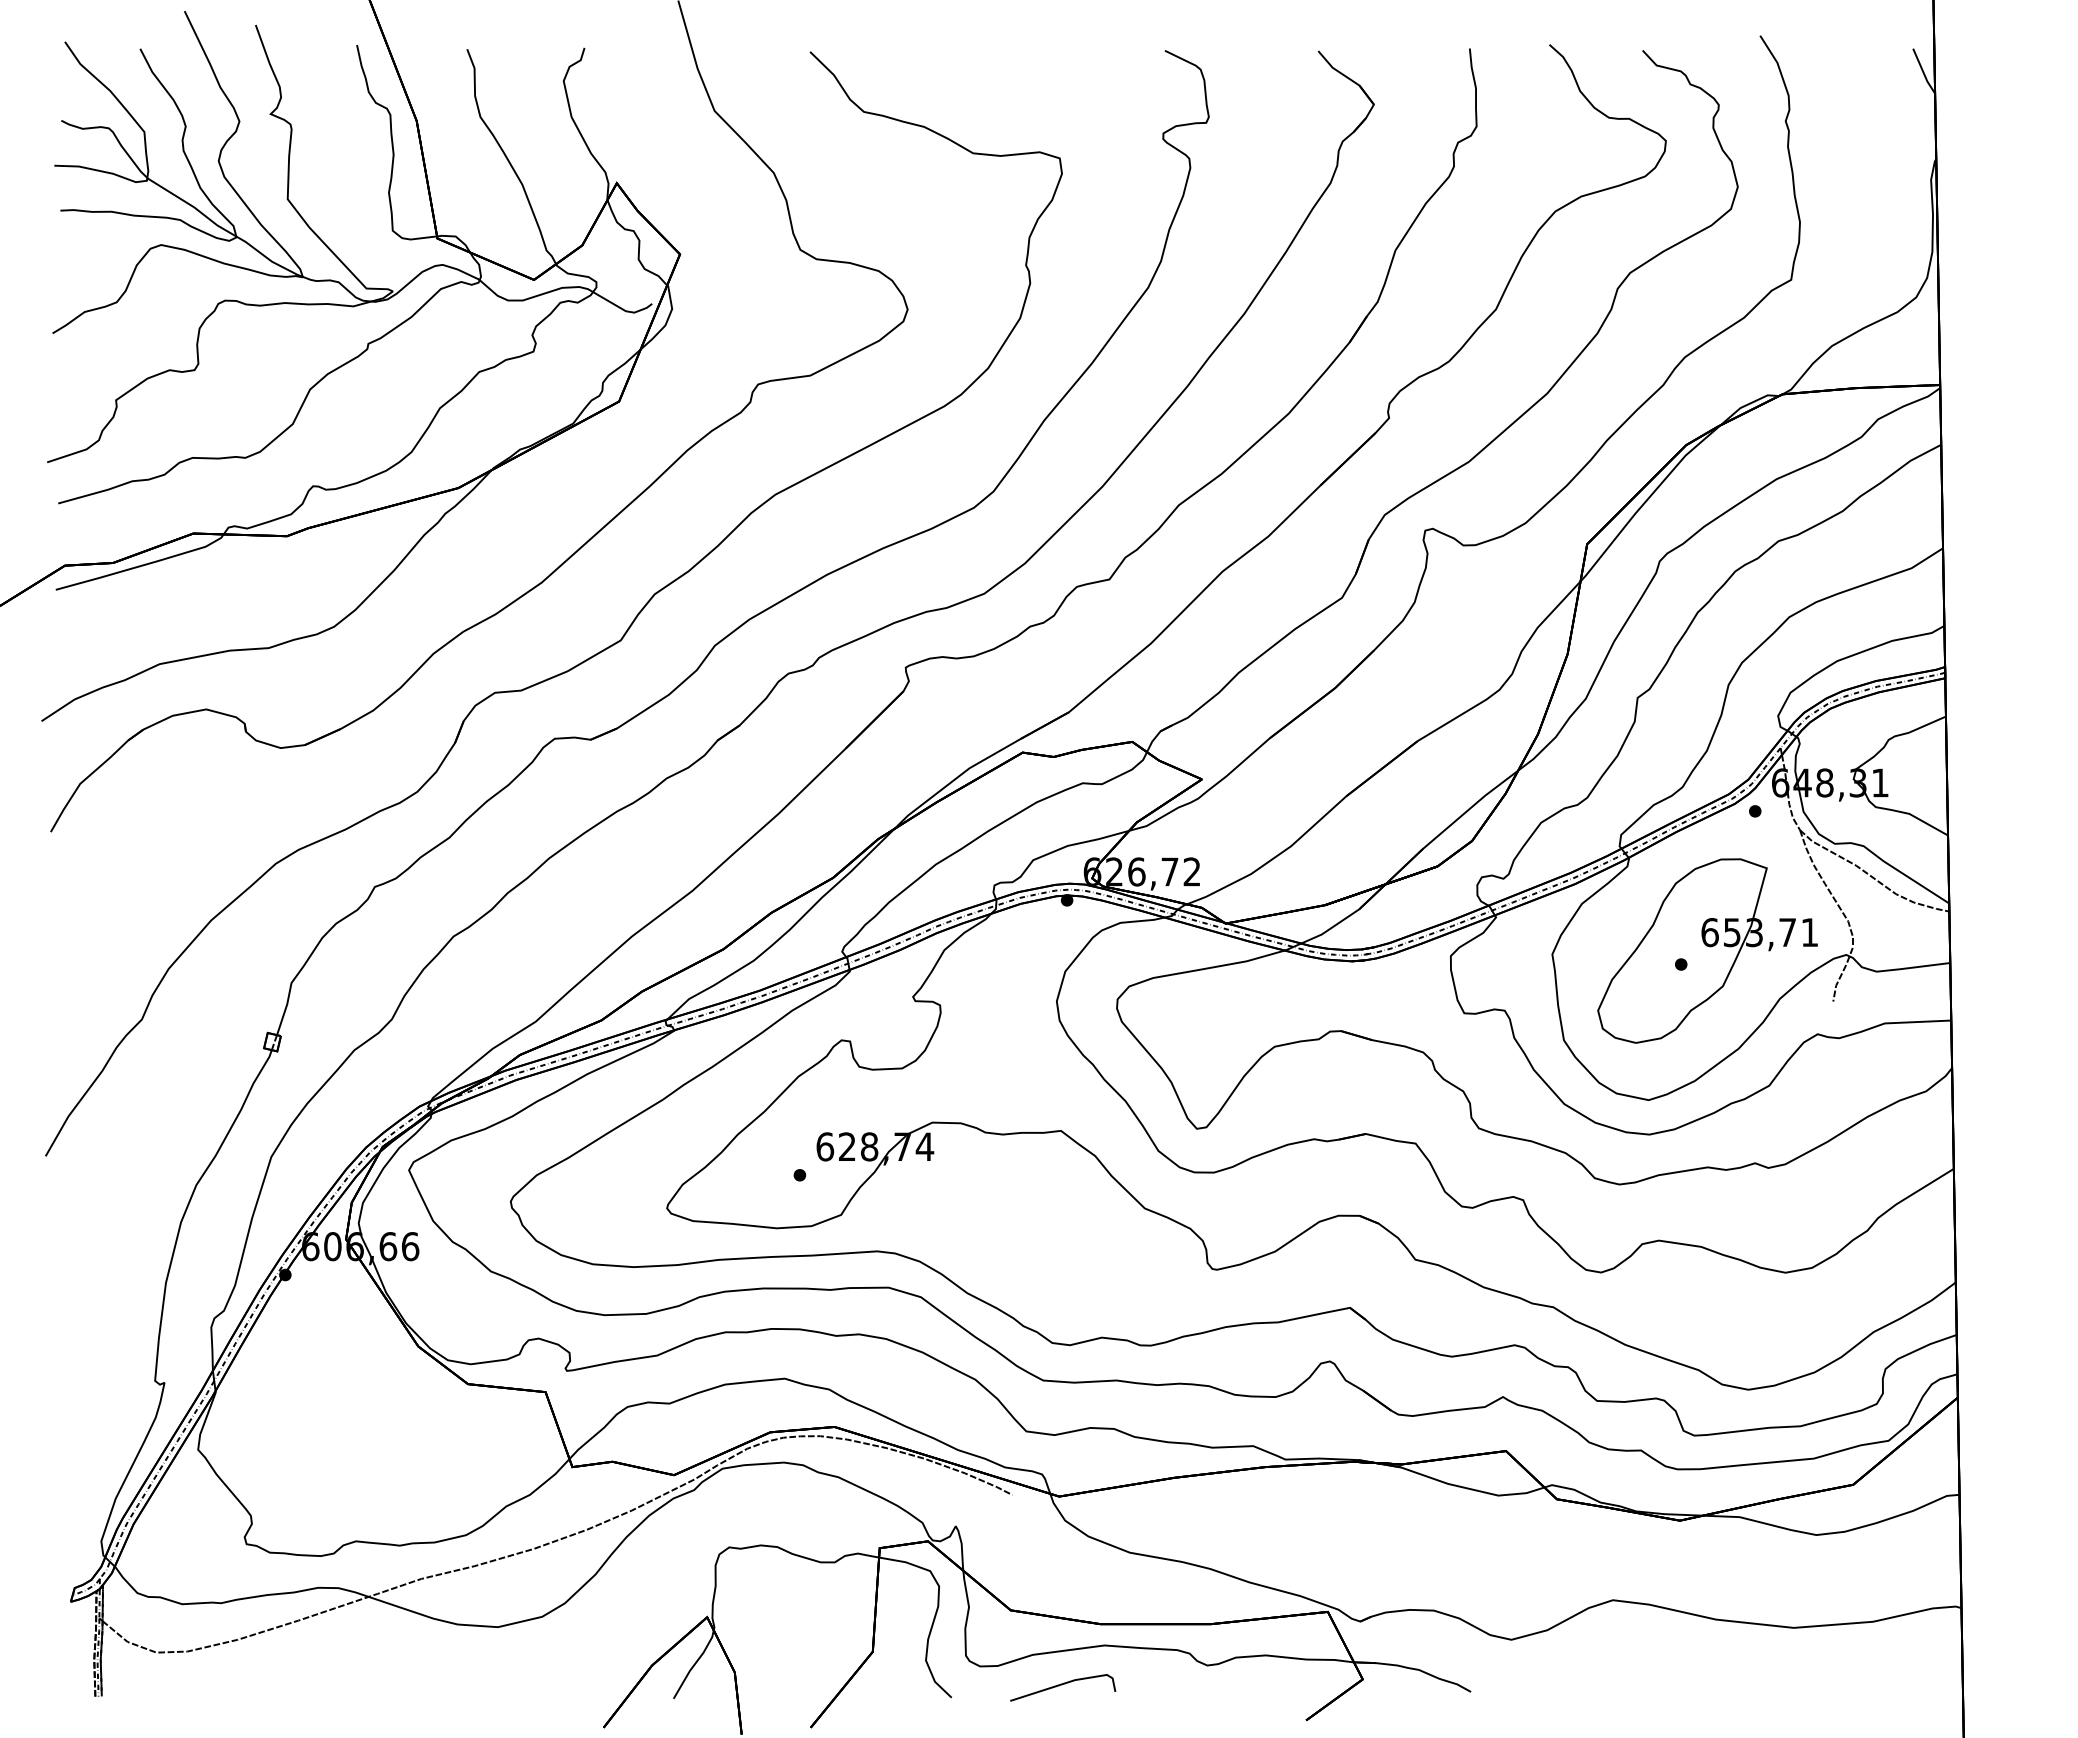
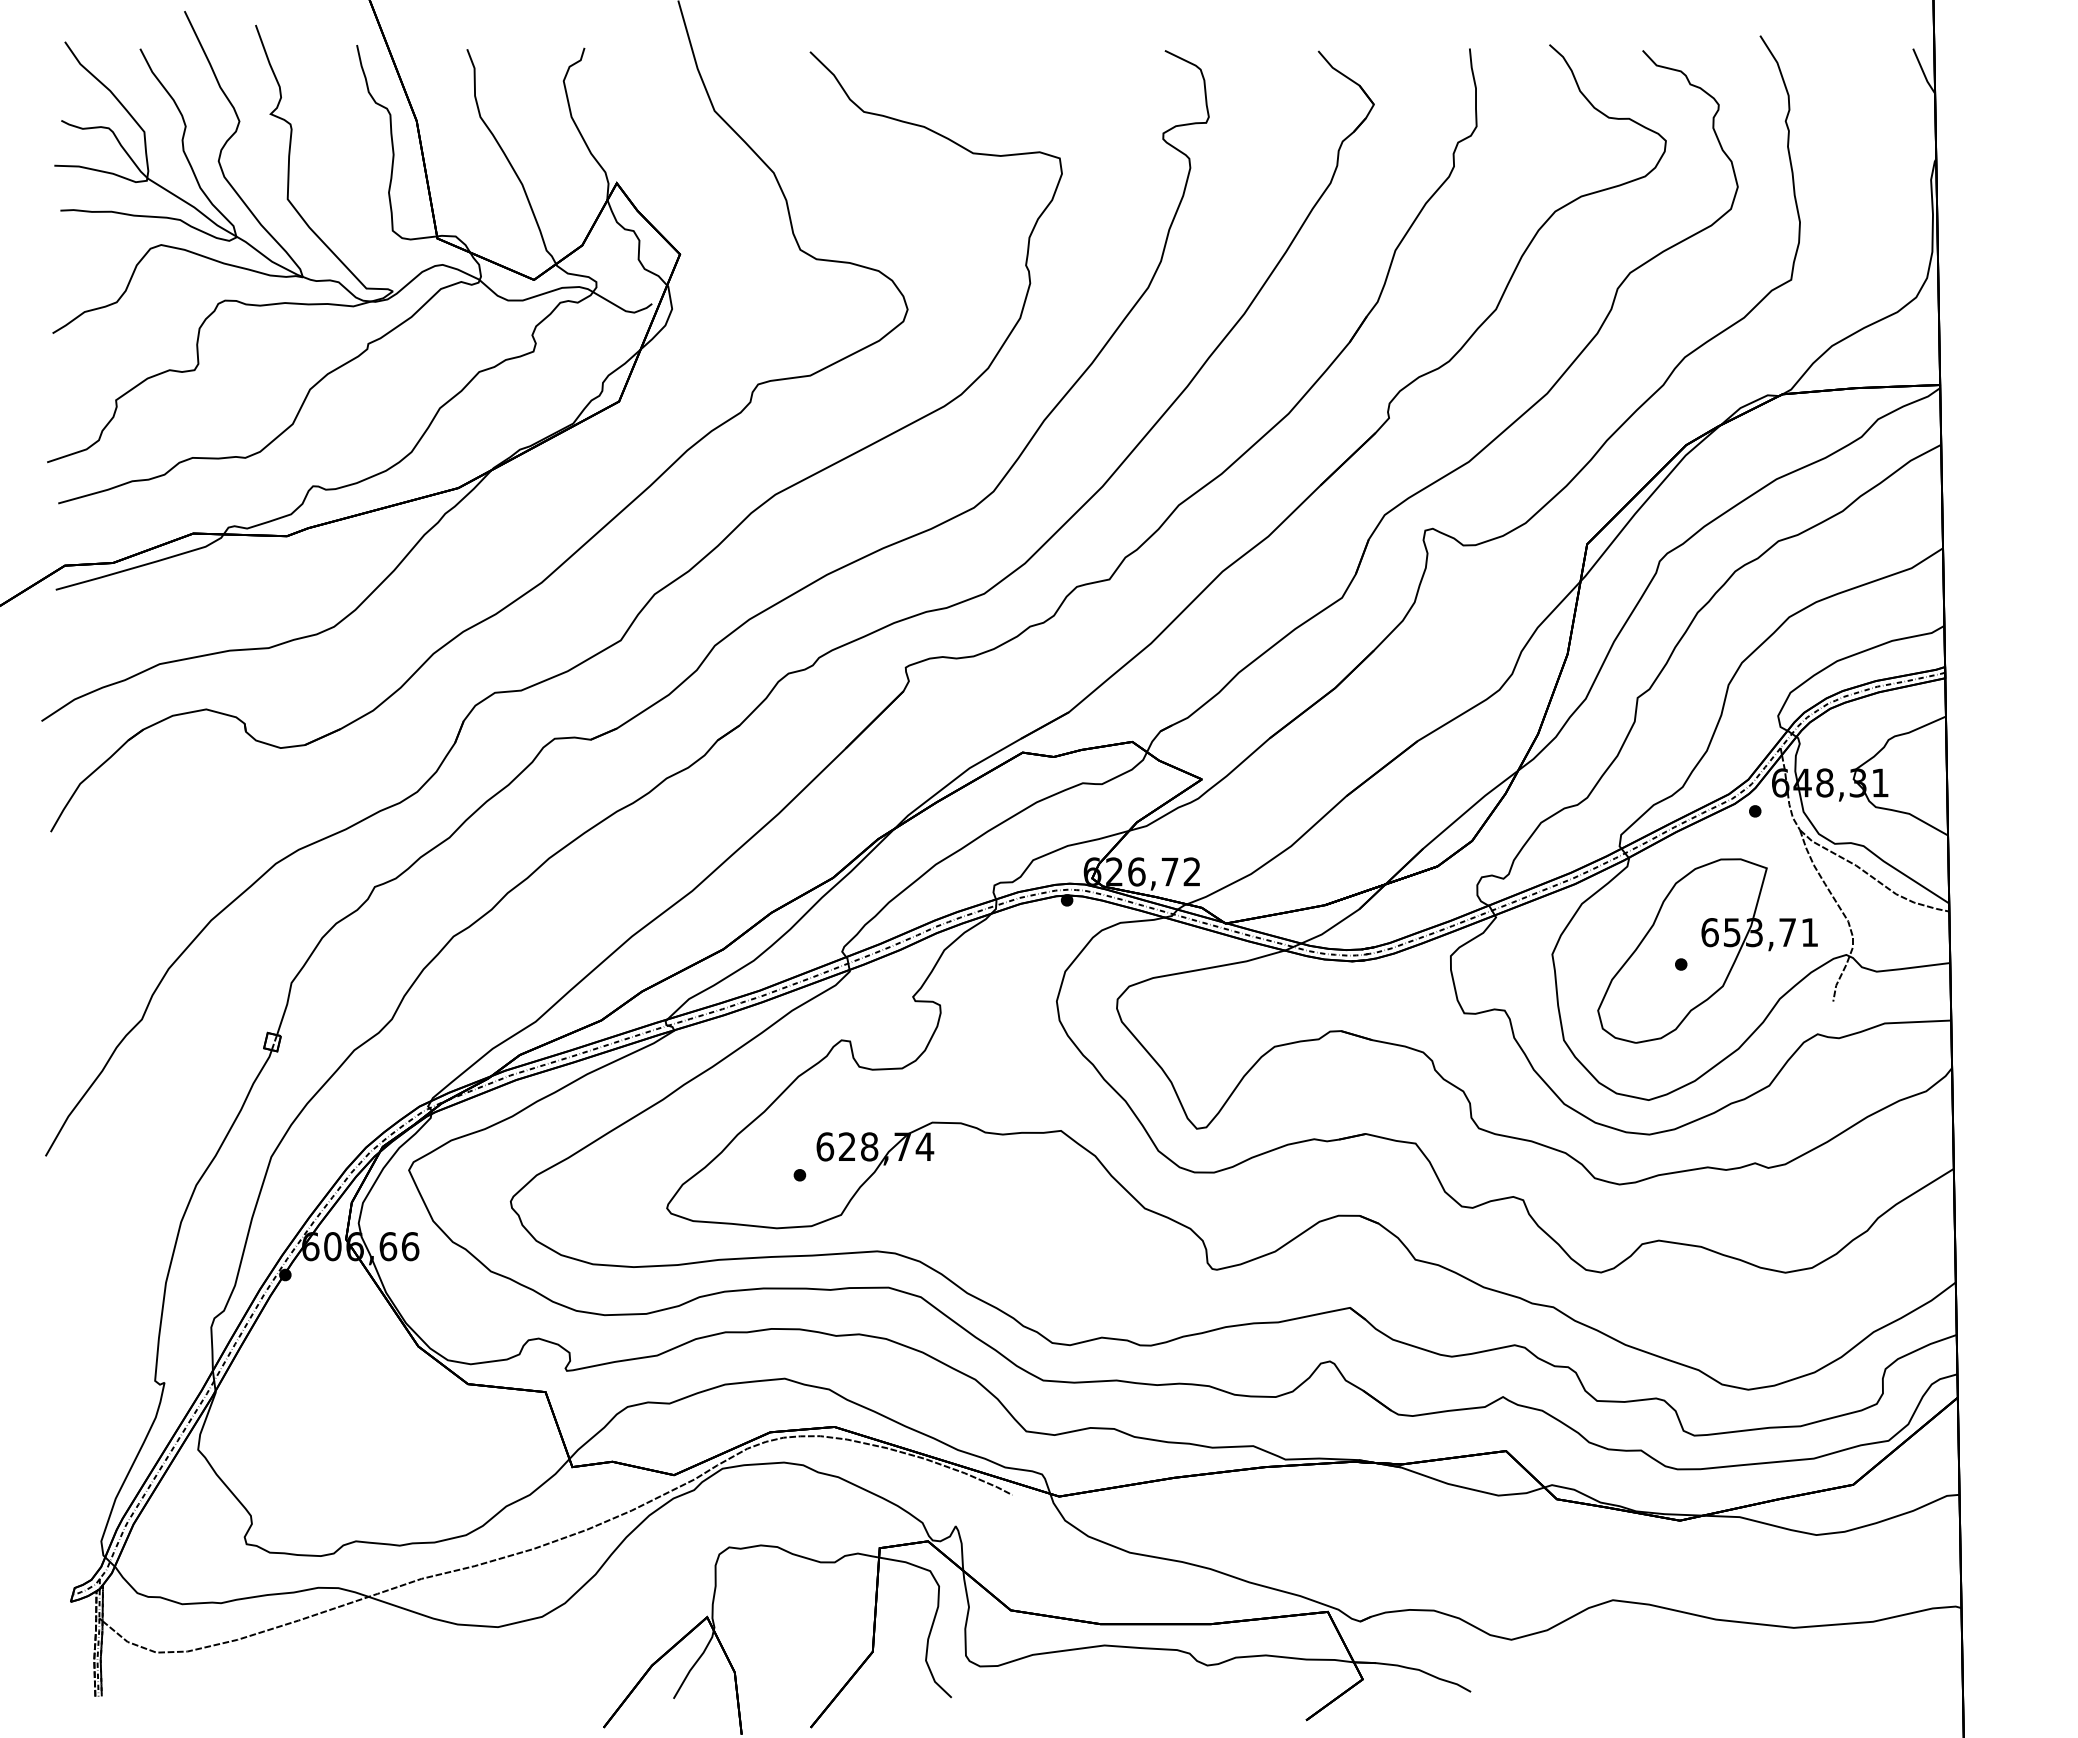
line at (1062, 1685): present -> none
